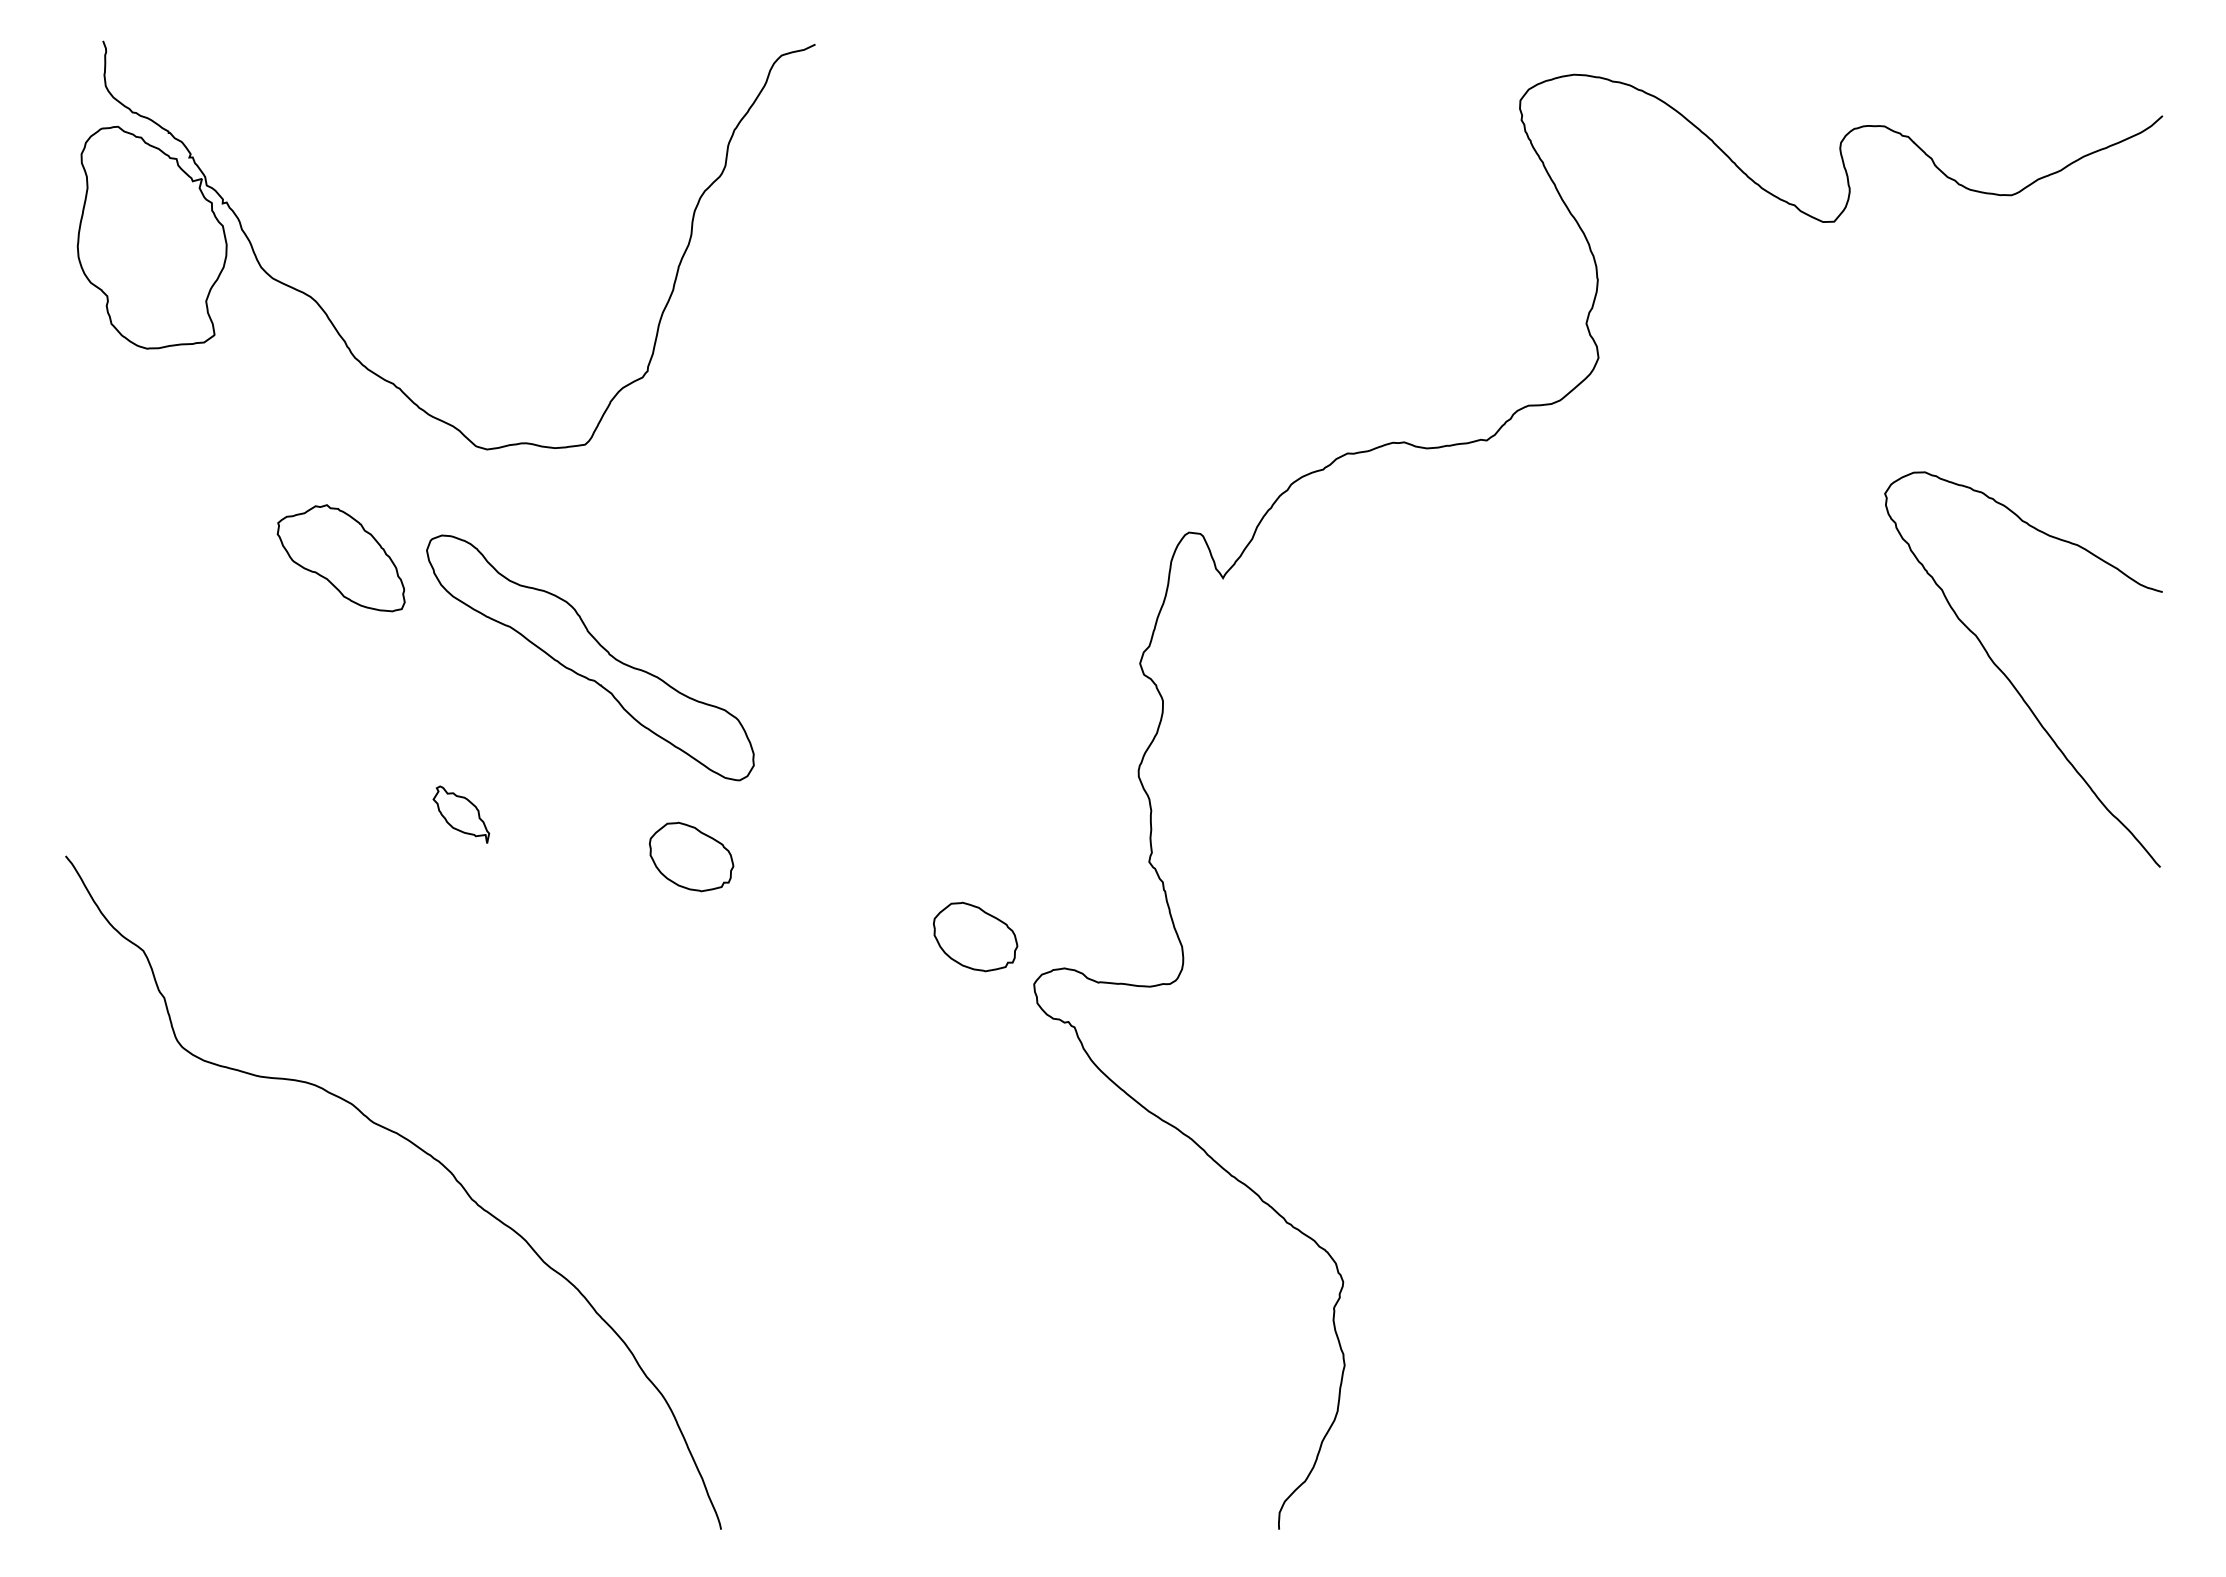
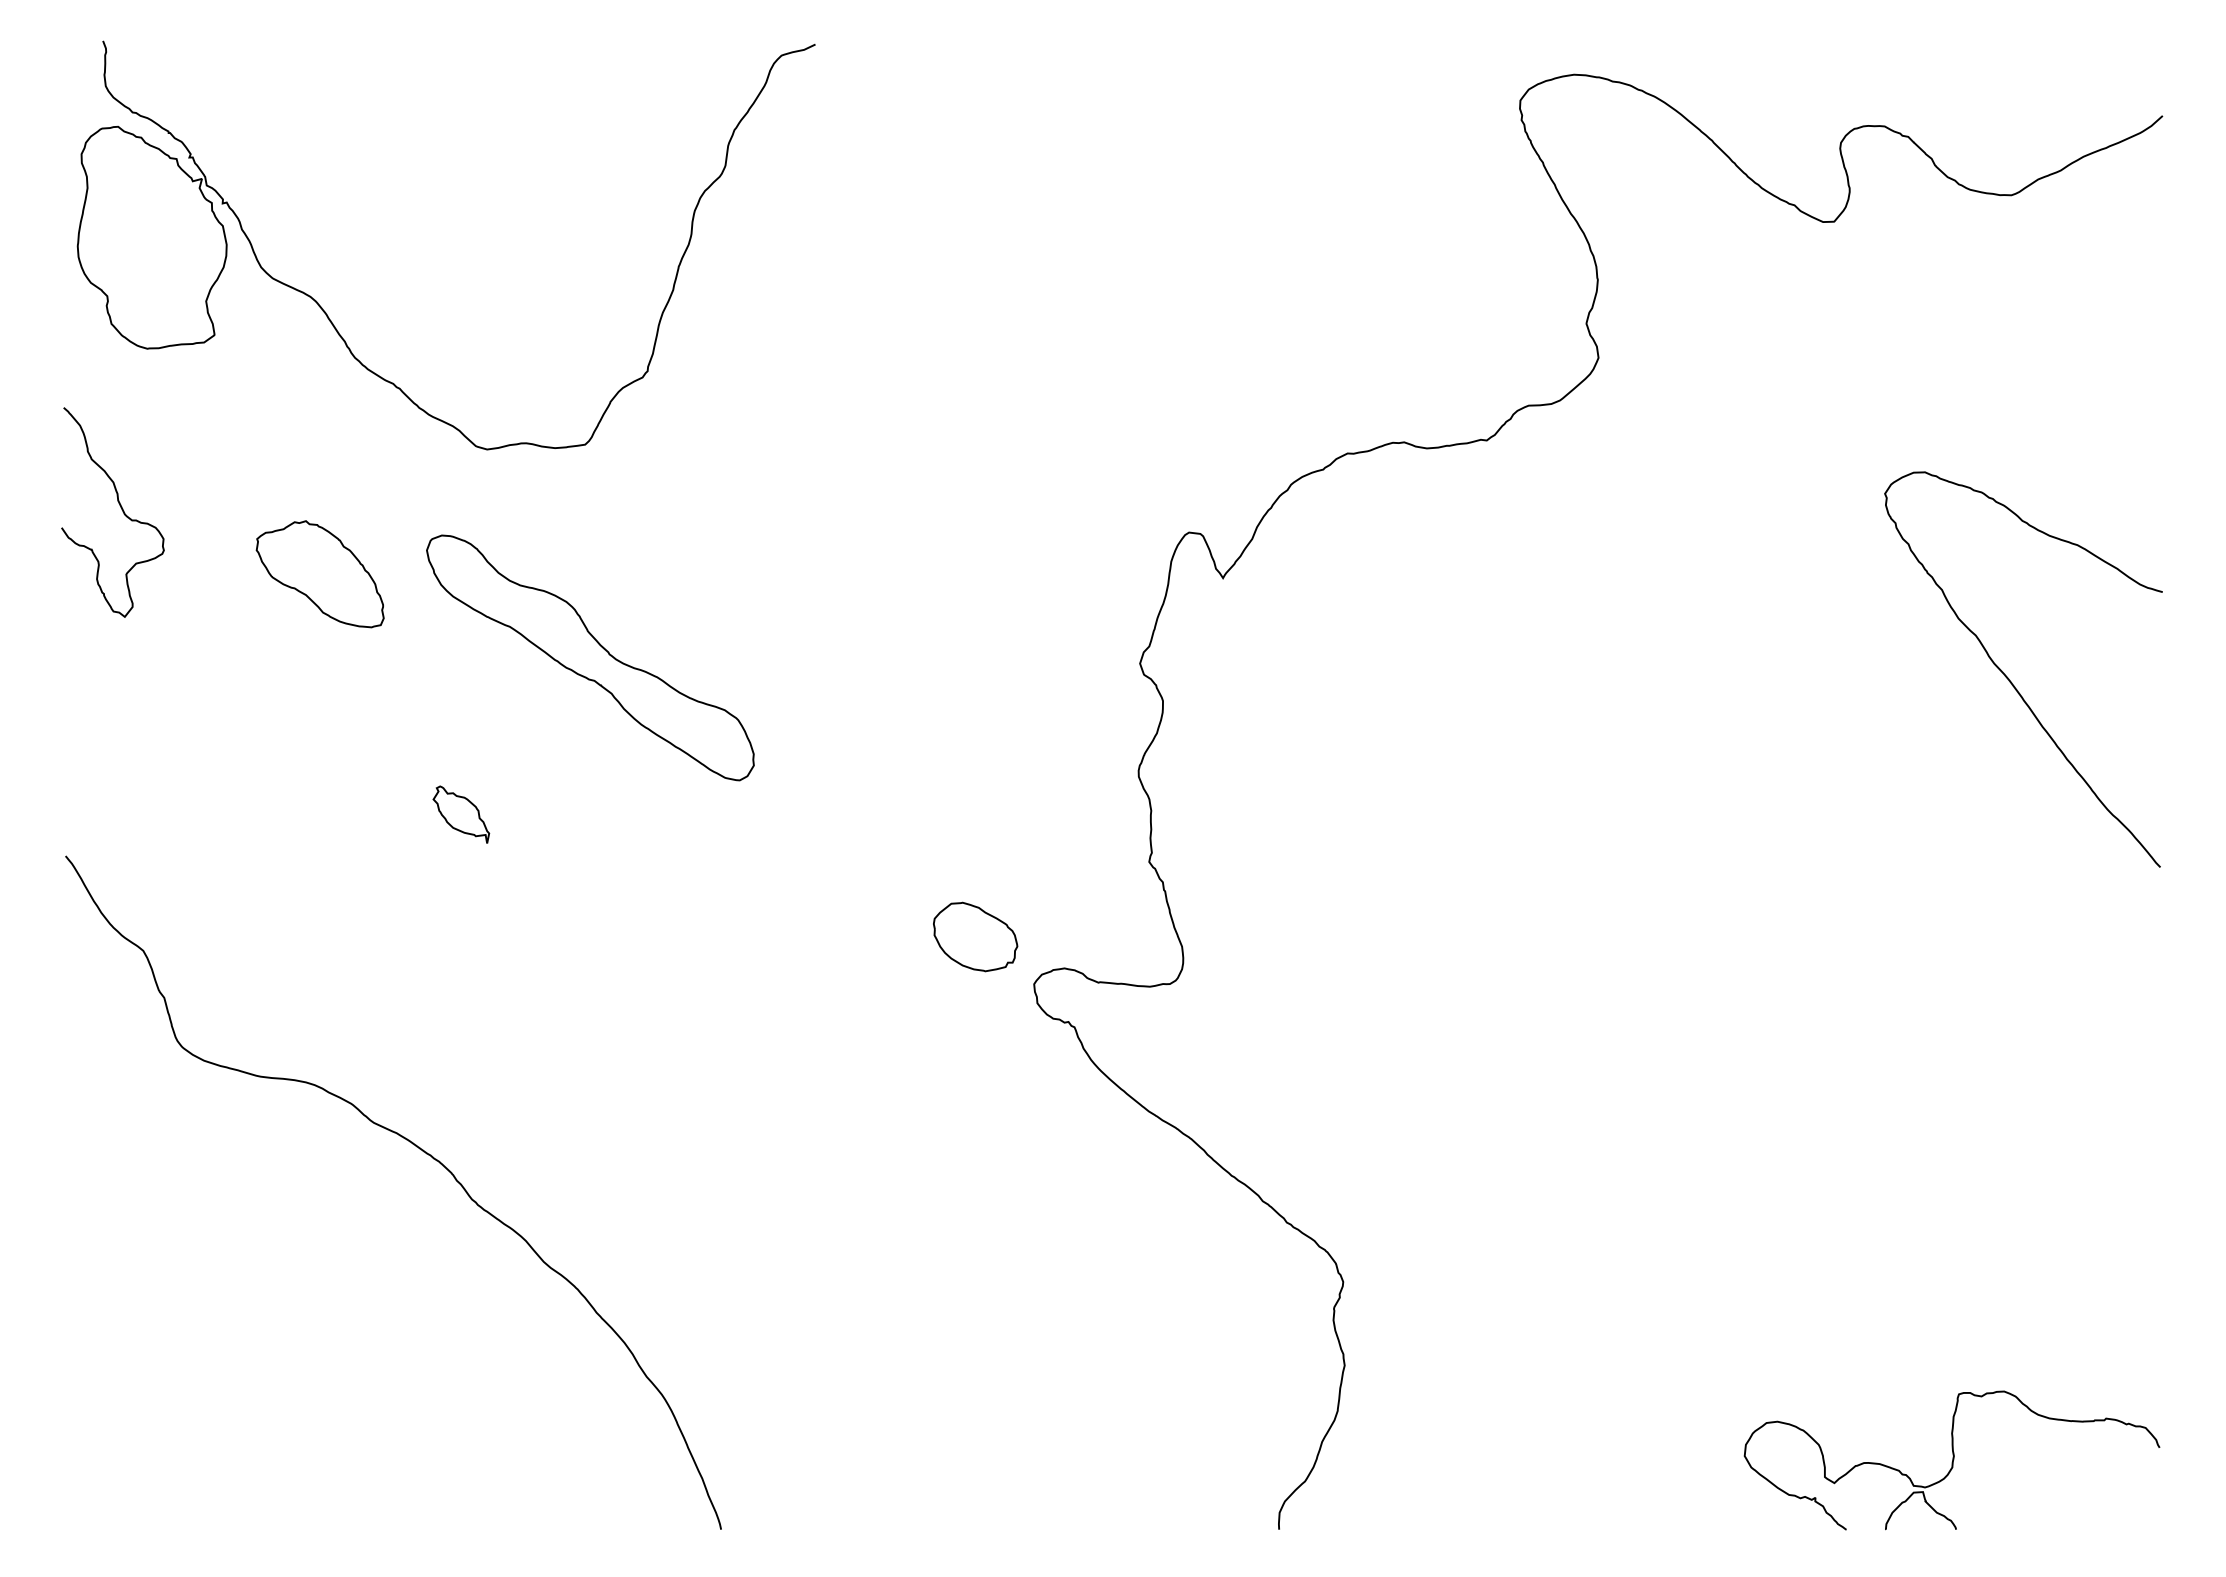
curve at (120, 507): none -> present
part at (340, 558) position: (340, 558) -> (319, 574)
part at (691, 856): present -> none
part at (1951, 1460): none -> present
